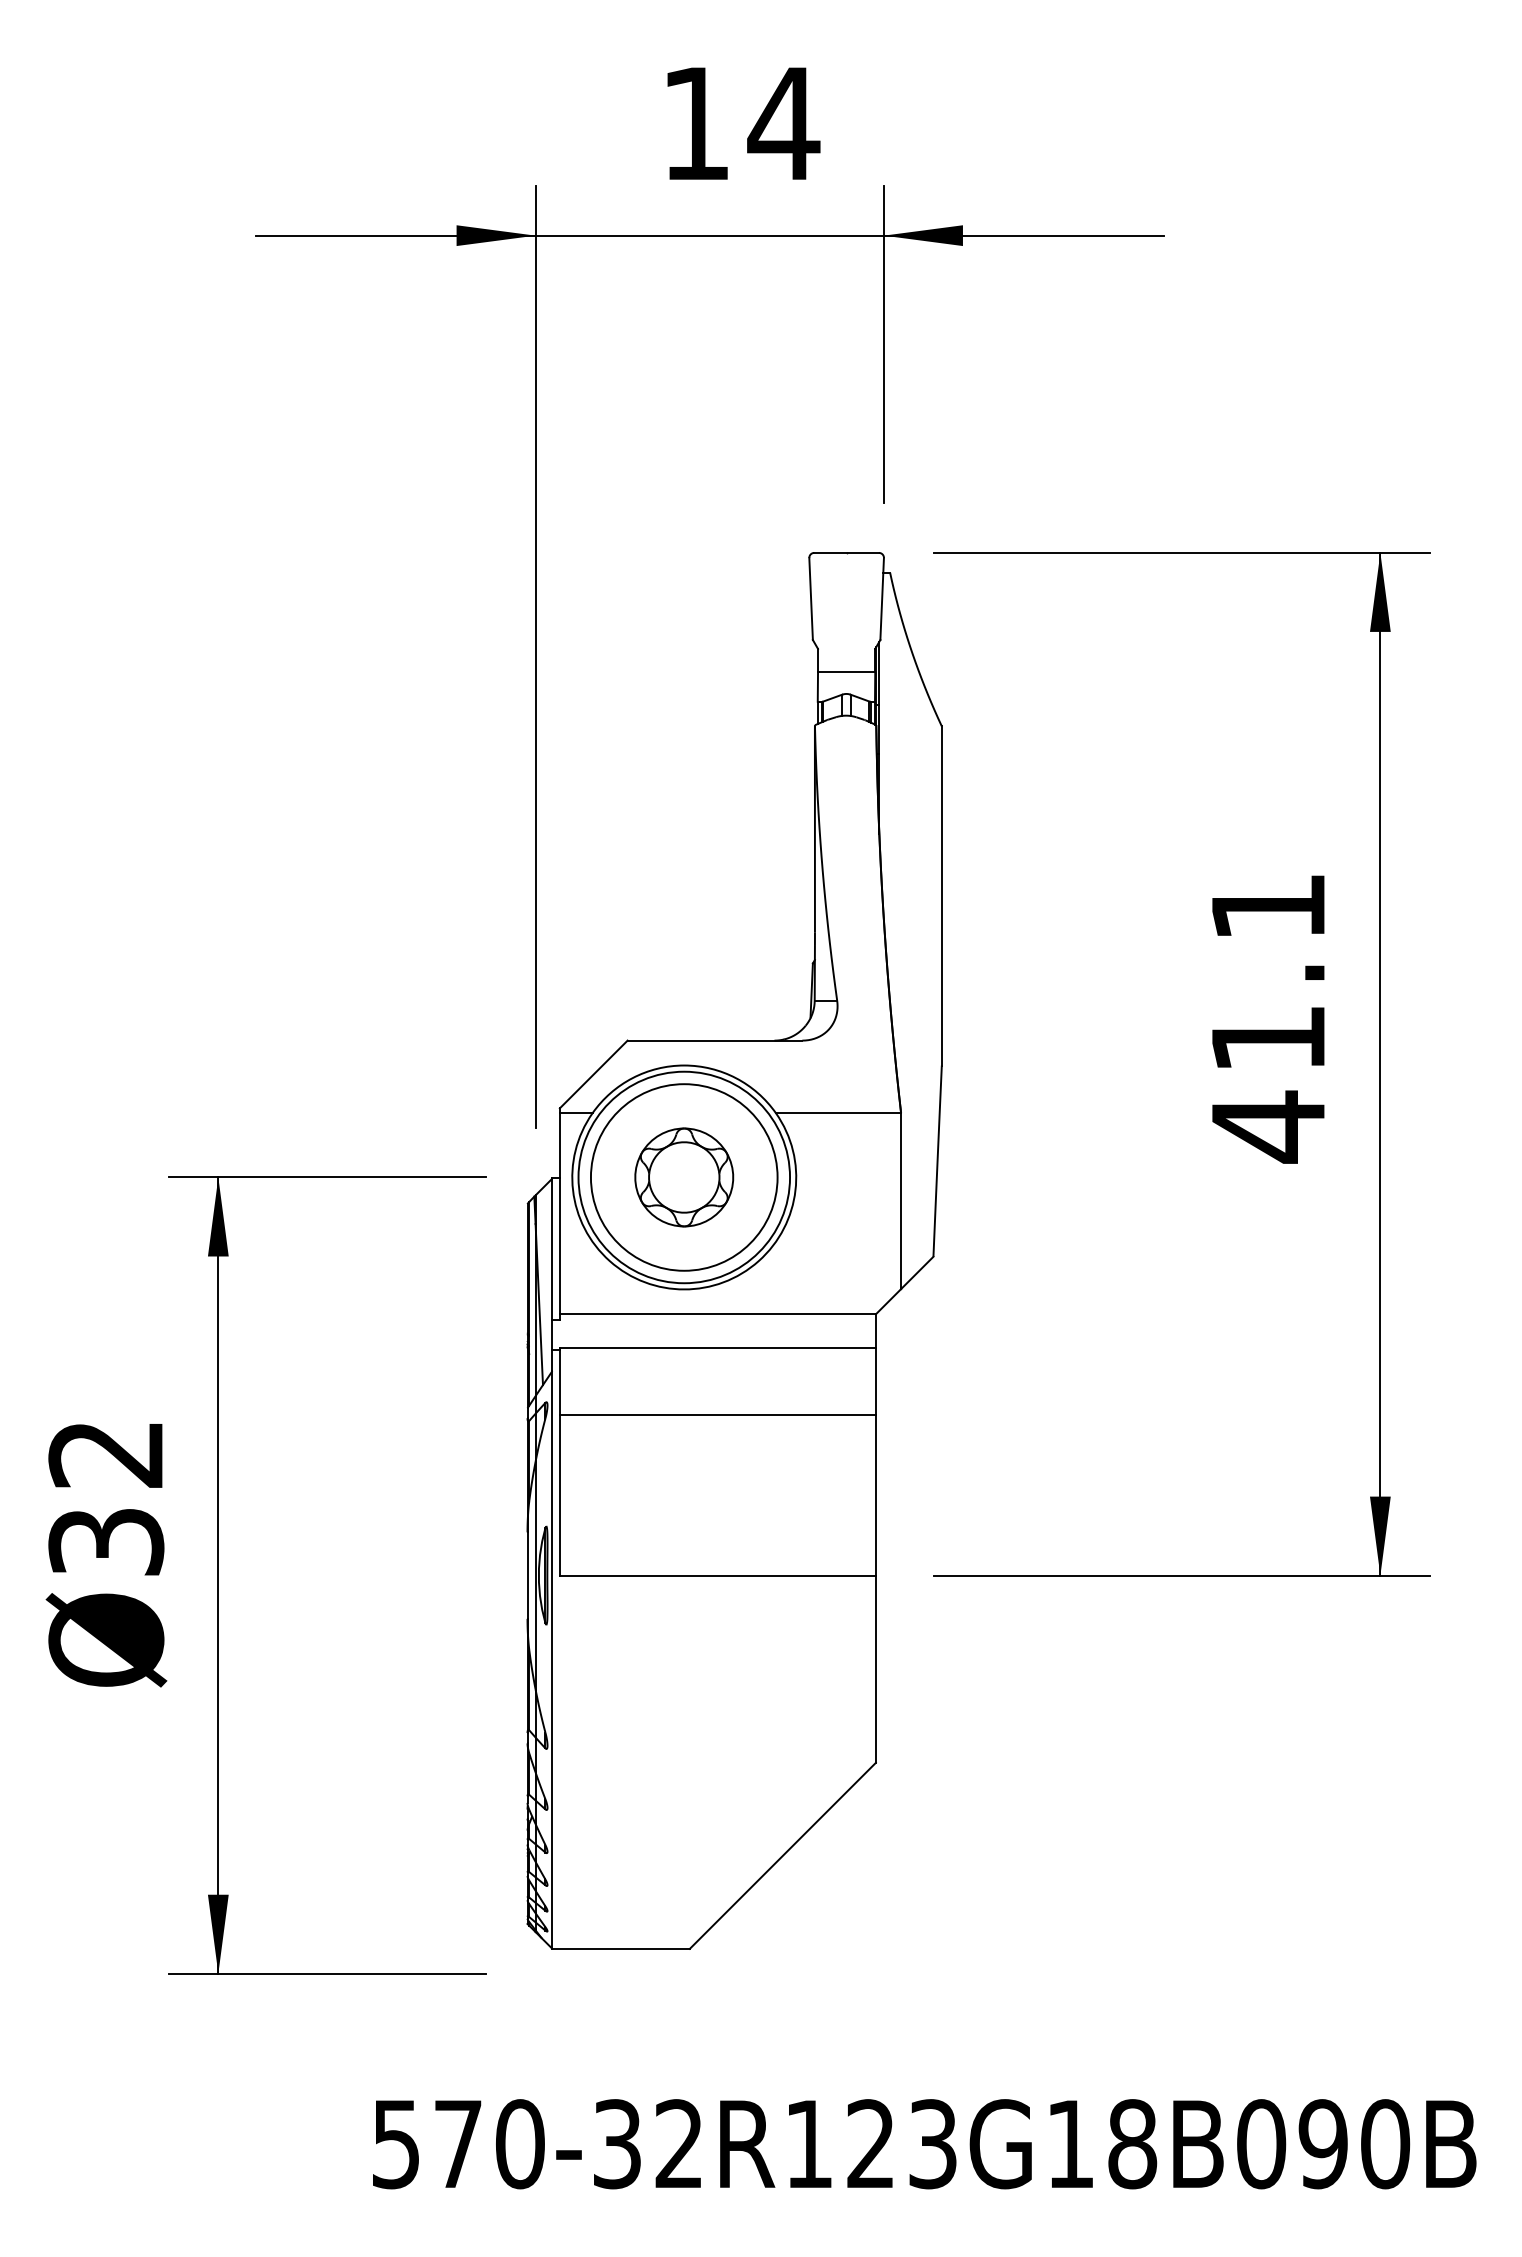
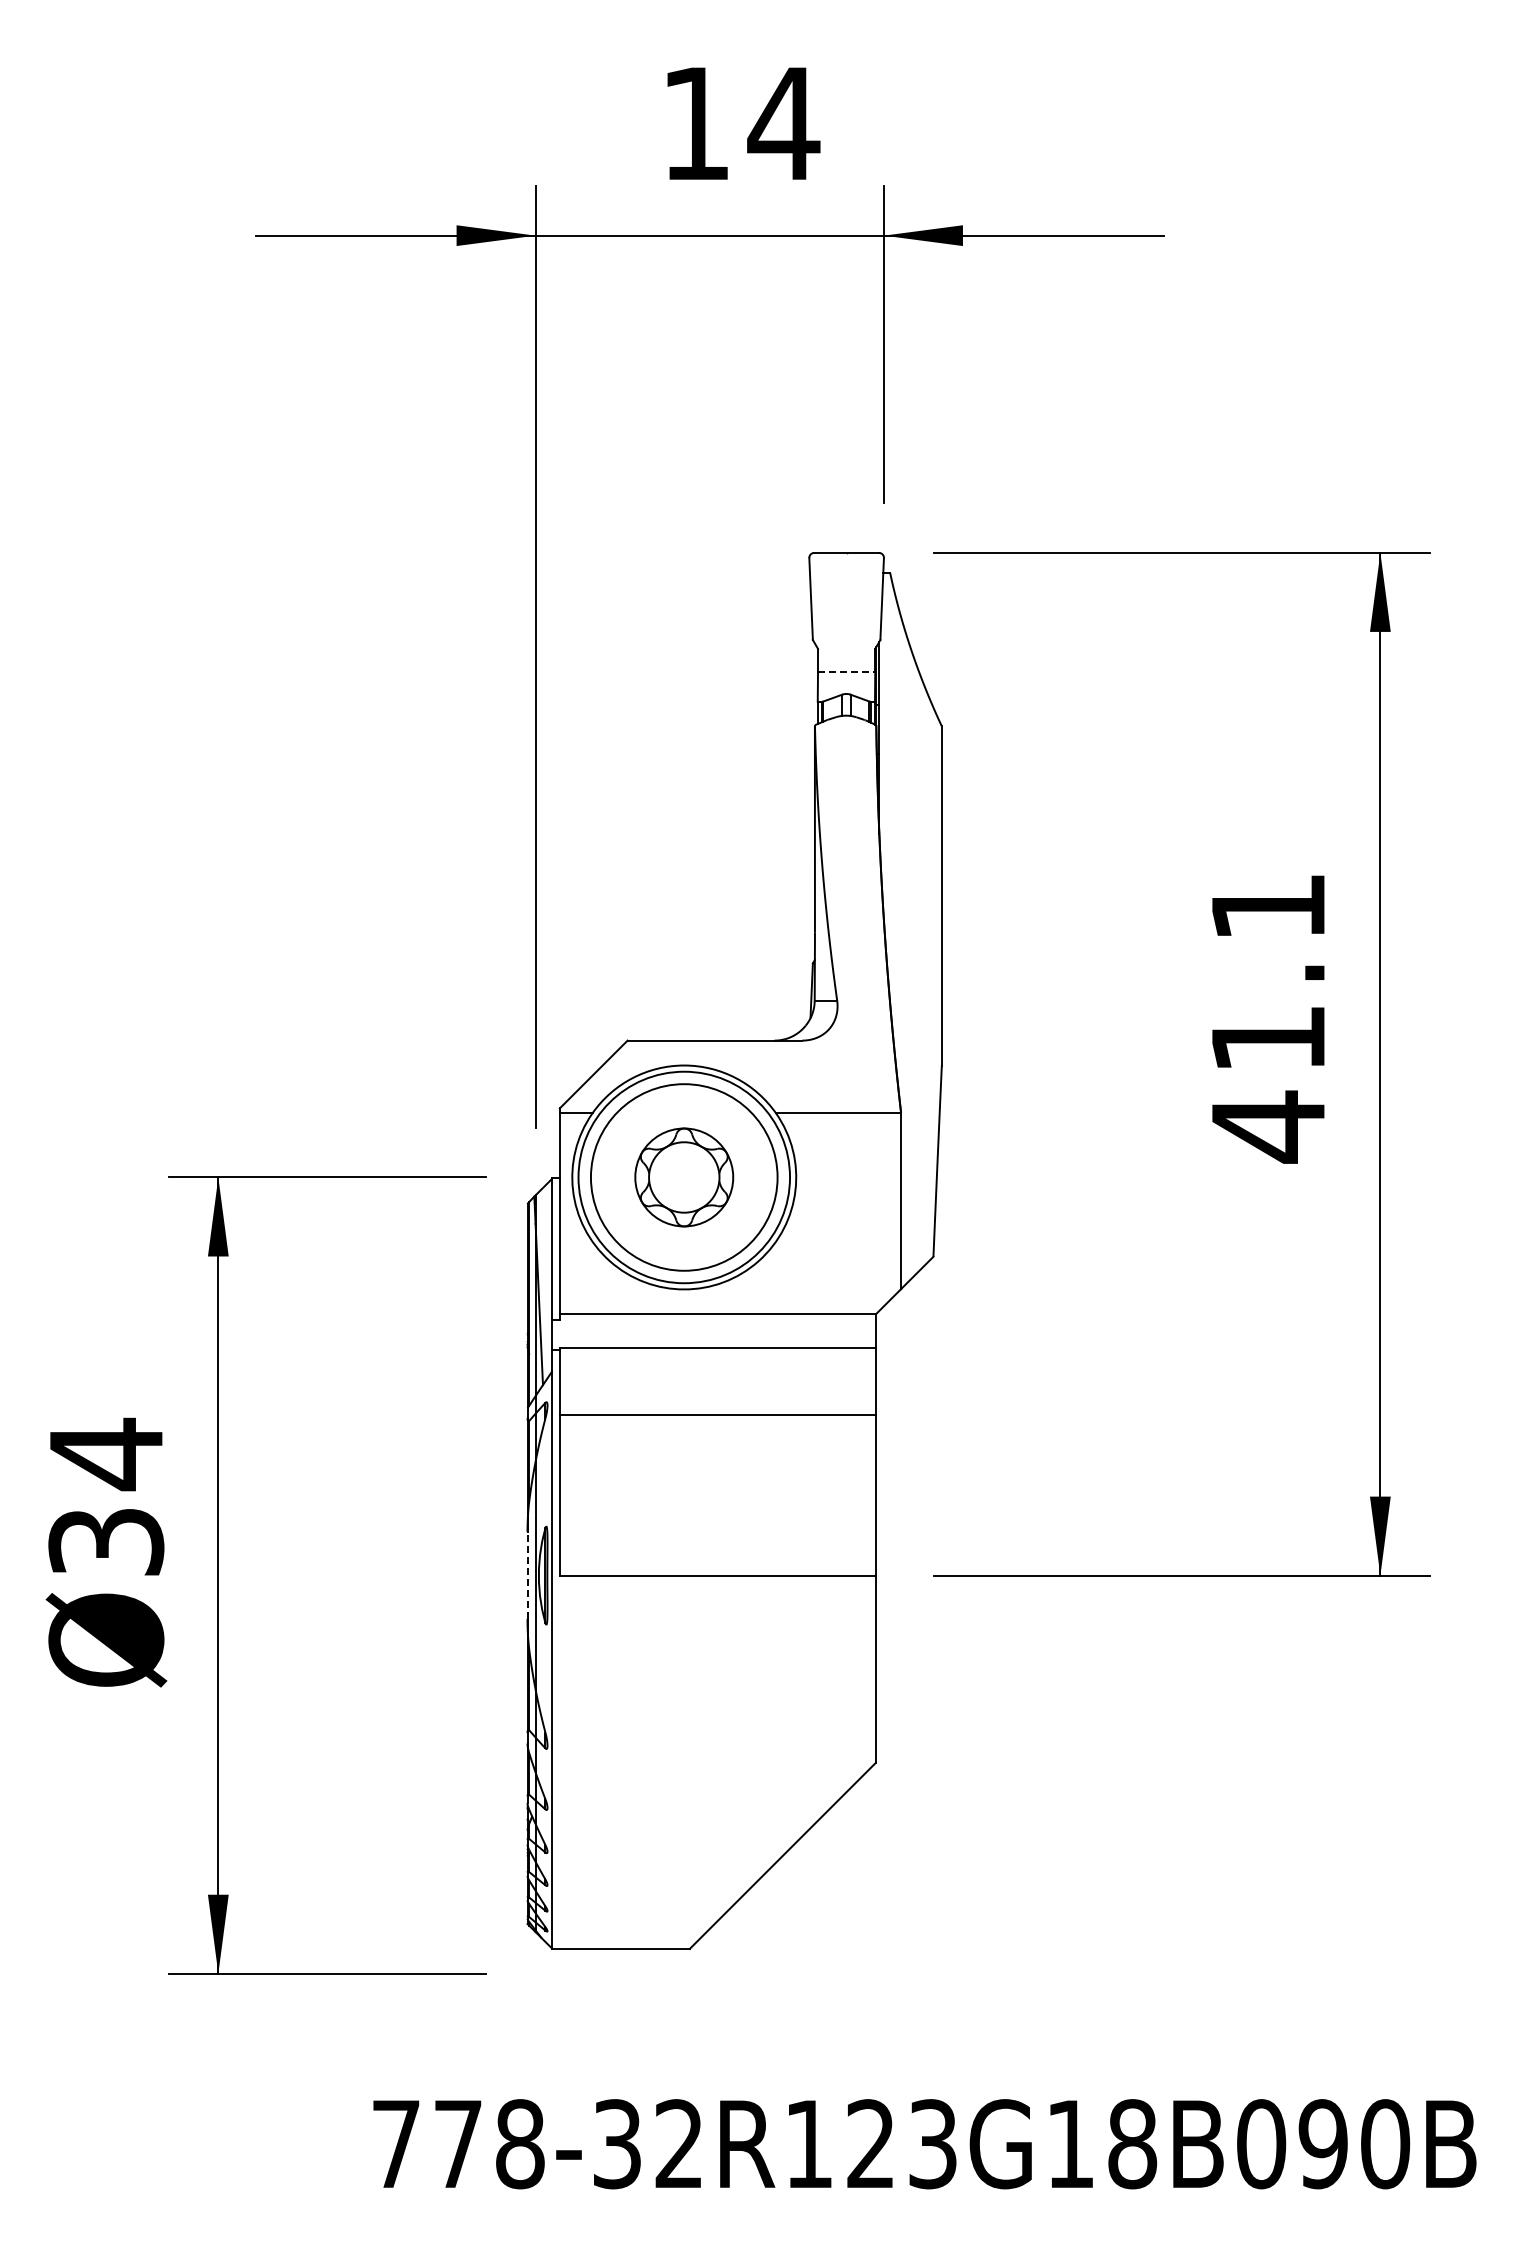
line at (846, 672): solid -> dashed
text at (105, 1454): Ø32 -> Ø34
line at (527, 1575): solid -> dashed
text at (458, 2144): 570-32R123G18B090B -> 778-32R123G18B090B
